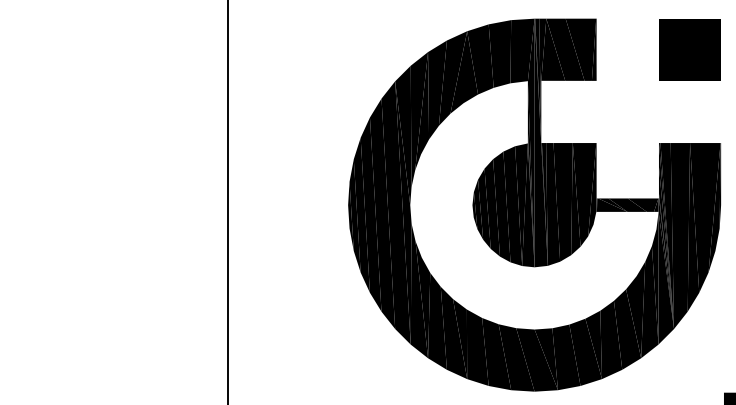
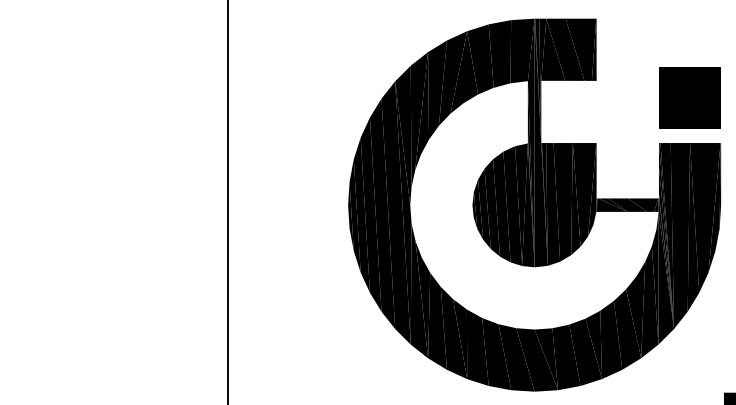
part at (689, 49) position: (689, 49) -> (689, 97)
